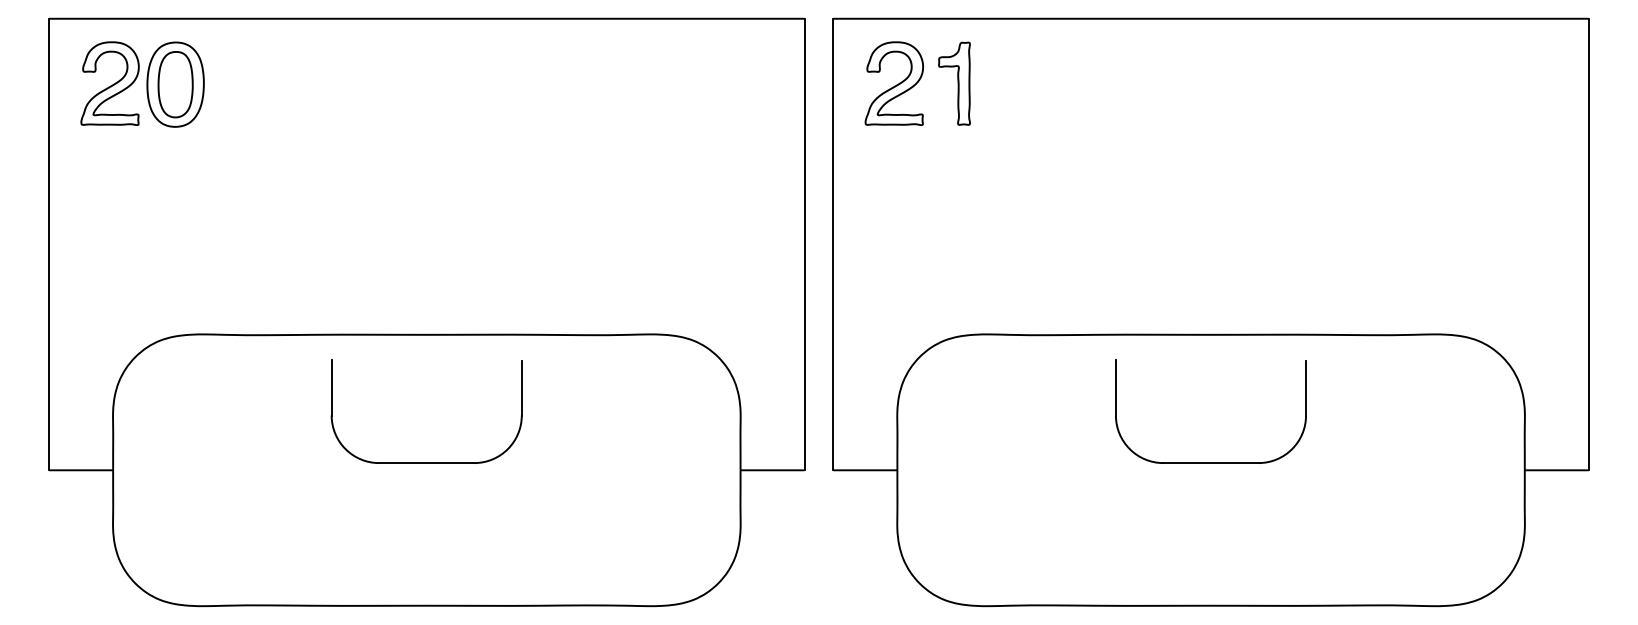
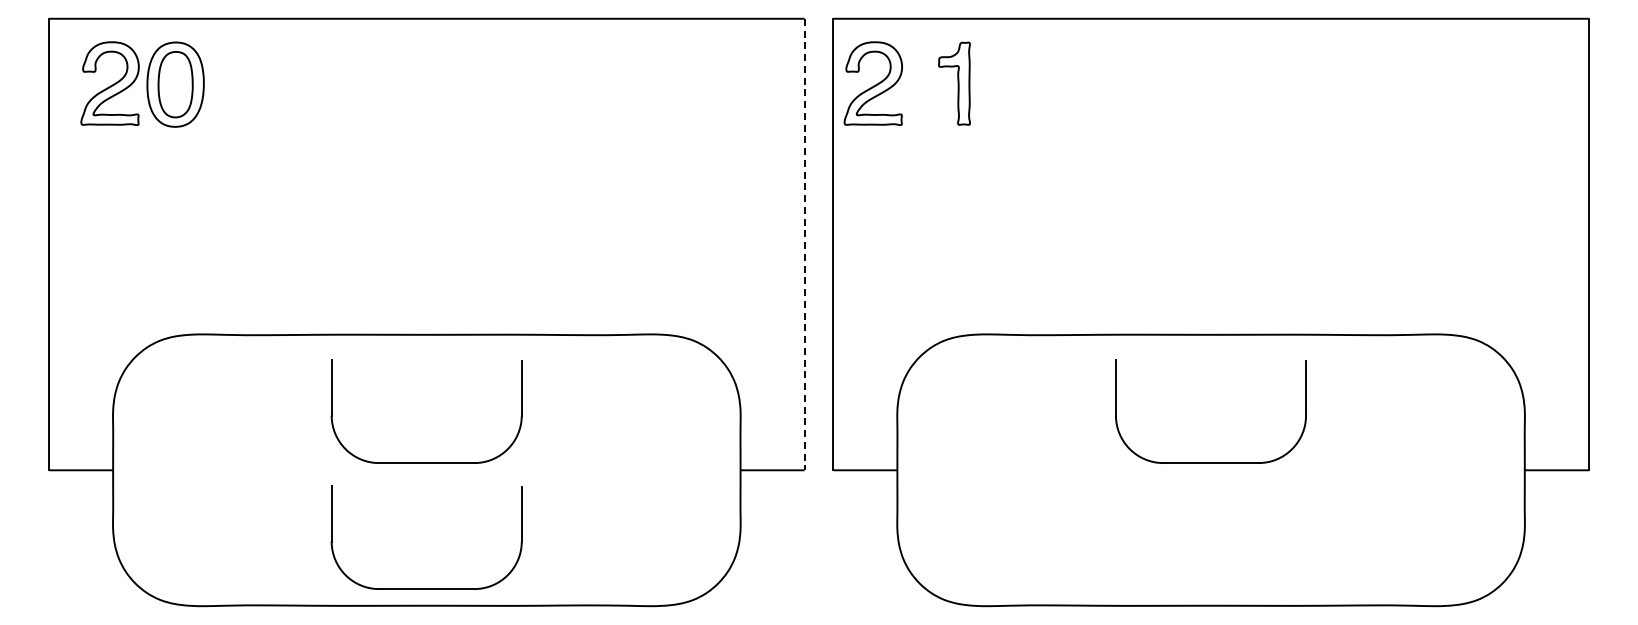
part at (893, 83) position: (893, 83) -> (872, 83)
line at (804, 244): solid -> dashed
part at (426, 588): none -> present
